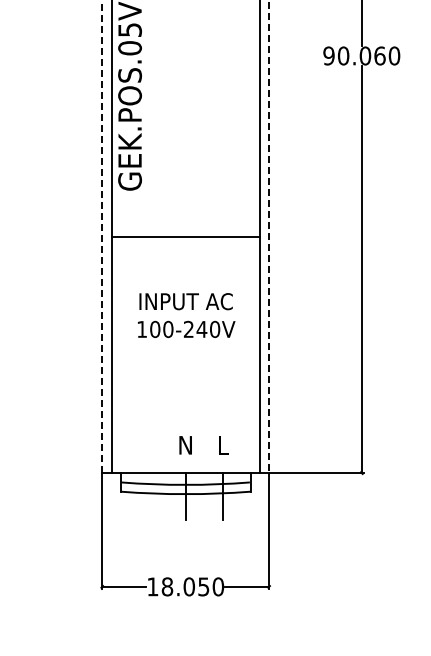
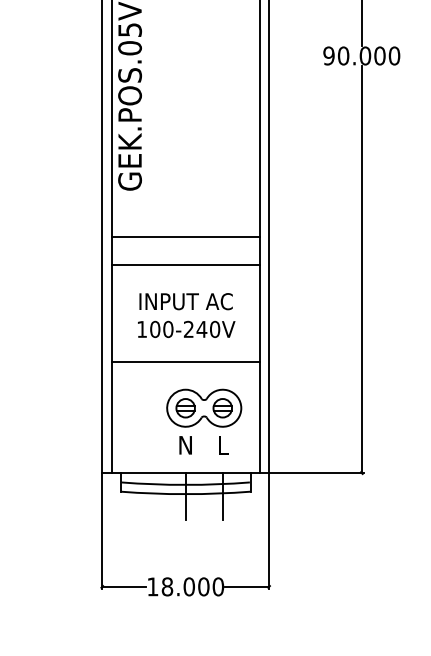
text at (379, 55): 90.060 -> 90.000
line at (102, 236): dashed -> solid
line at (269, 237): dashed -> solid
line at (185, 264): none -> present
line at (185, 361): none -> present
part at (204, 407): none -> present
text at (203, 586): 18.050 -> 18.000
